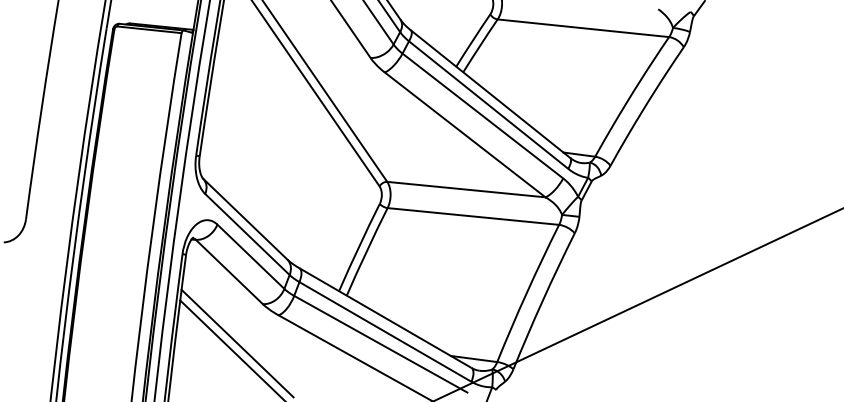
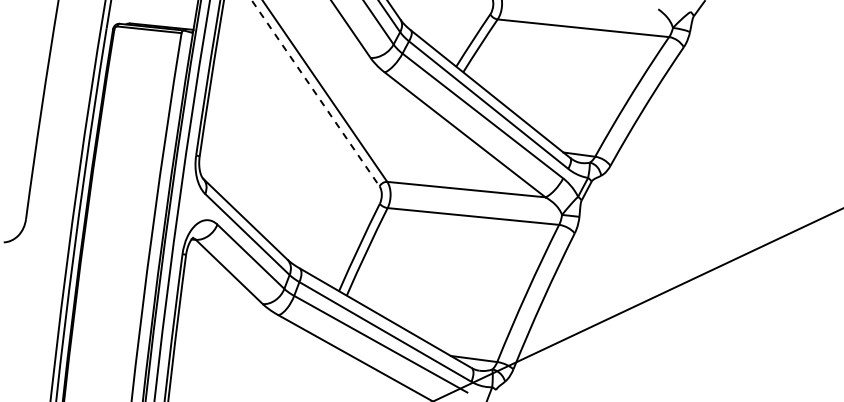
line at (315, 93): solid -> dashed
line at (237, 343): present -> none
line at (231, 349): present -> none
